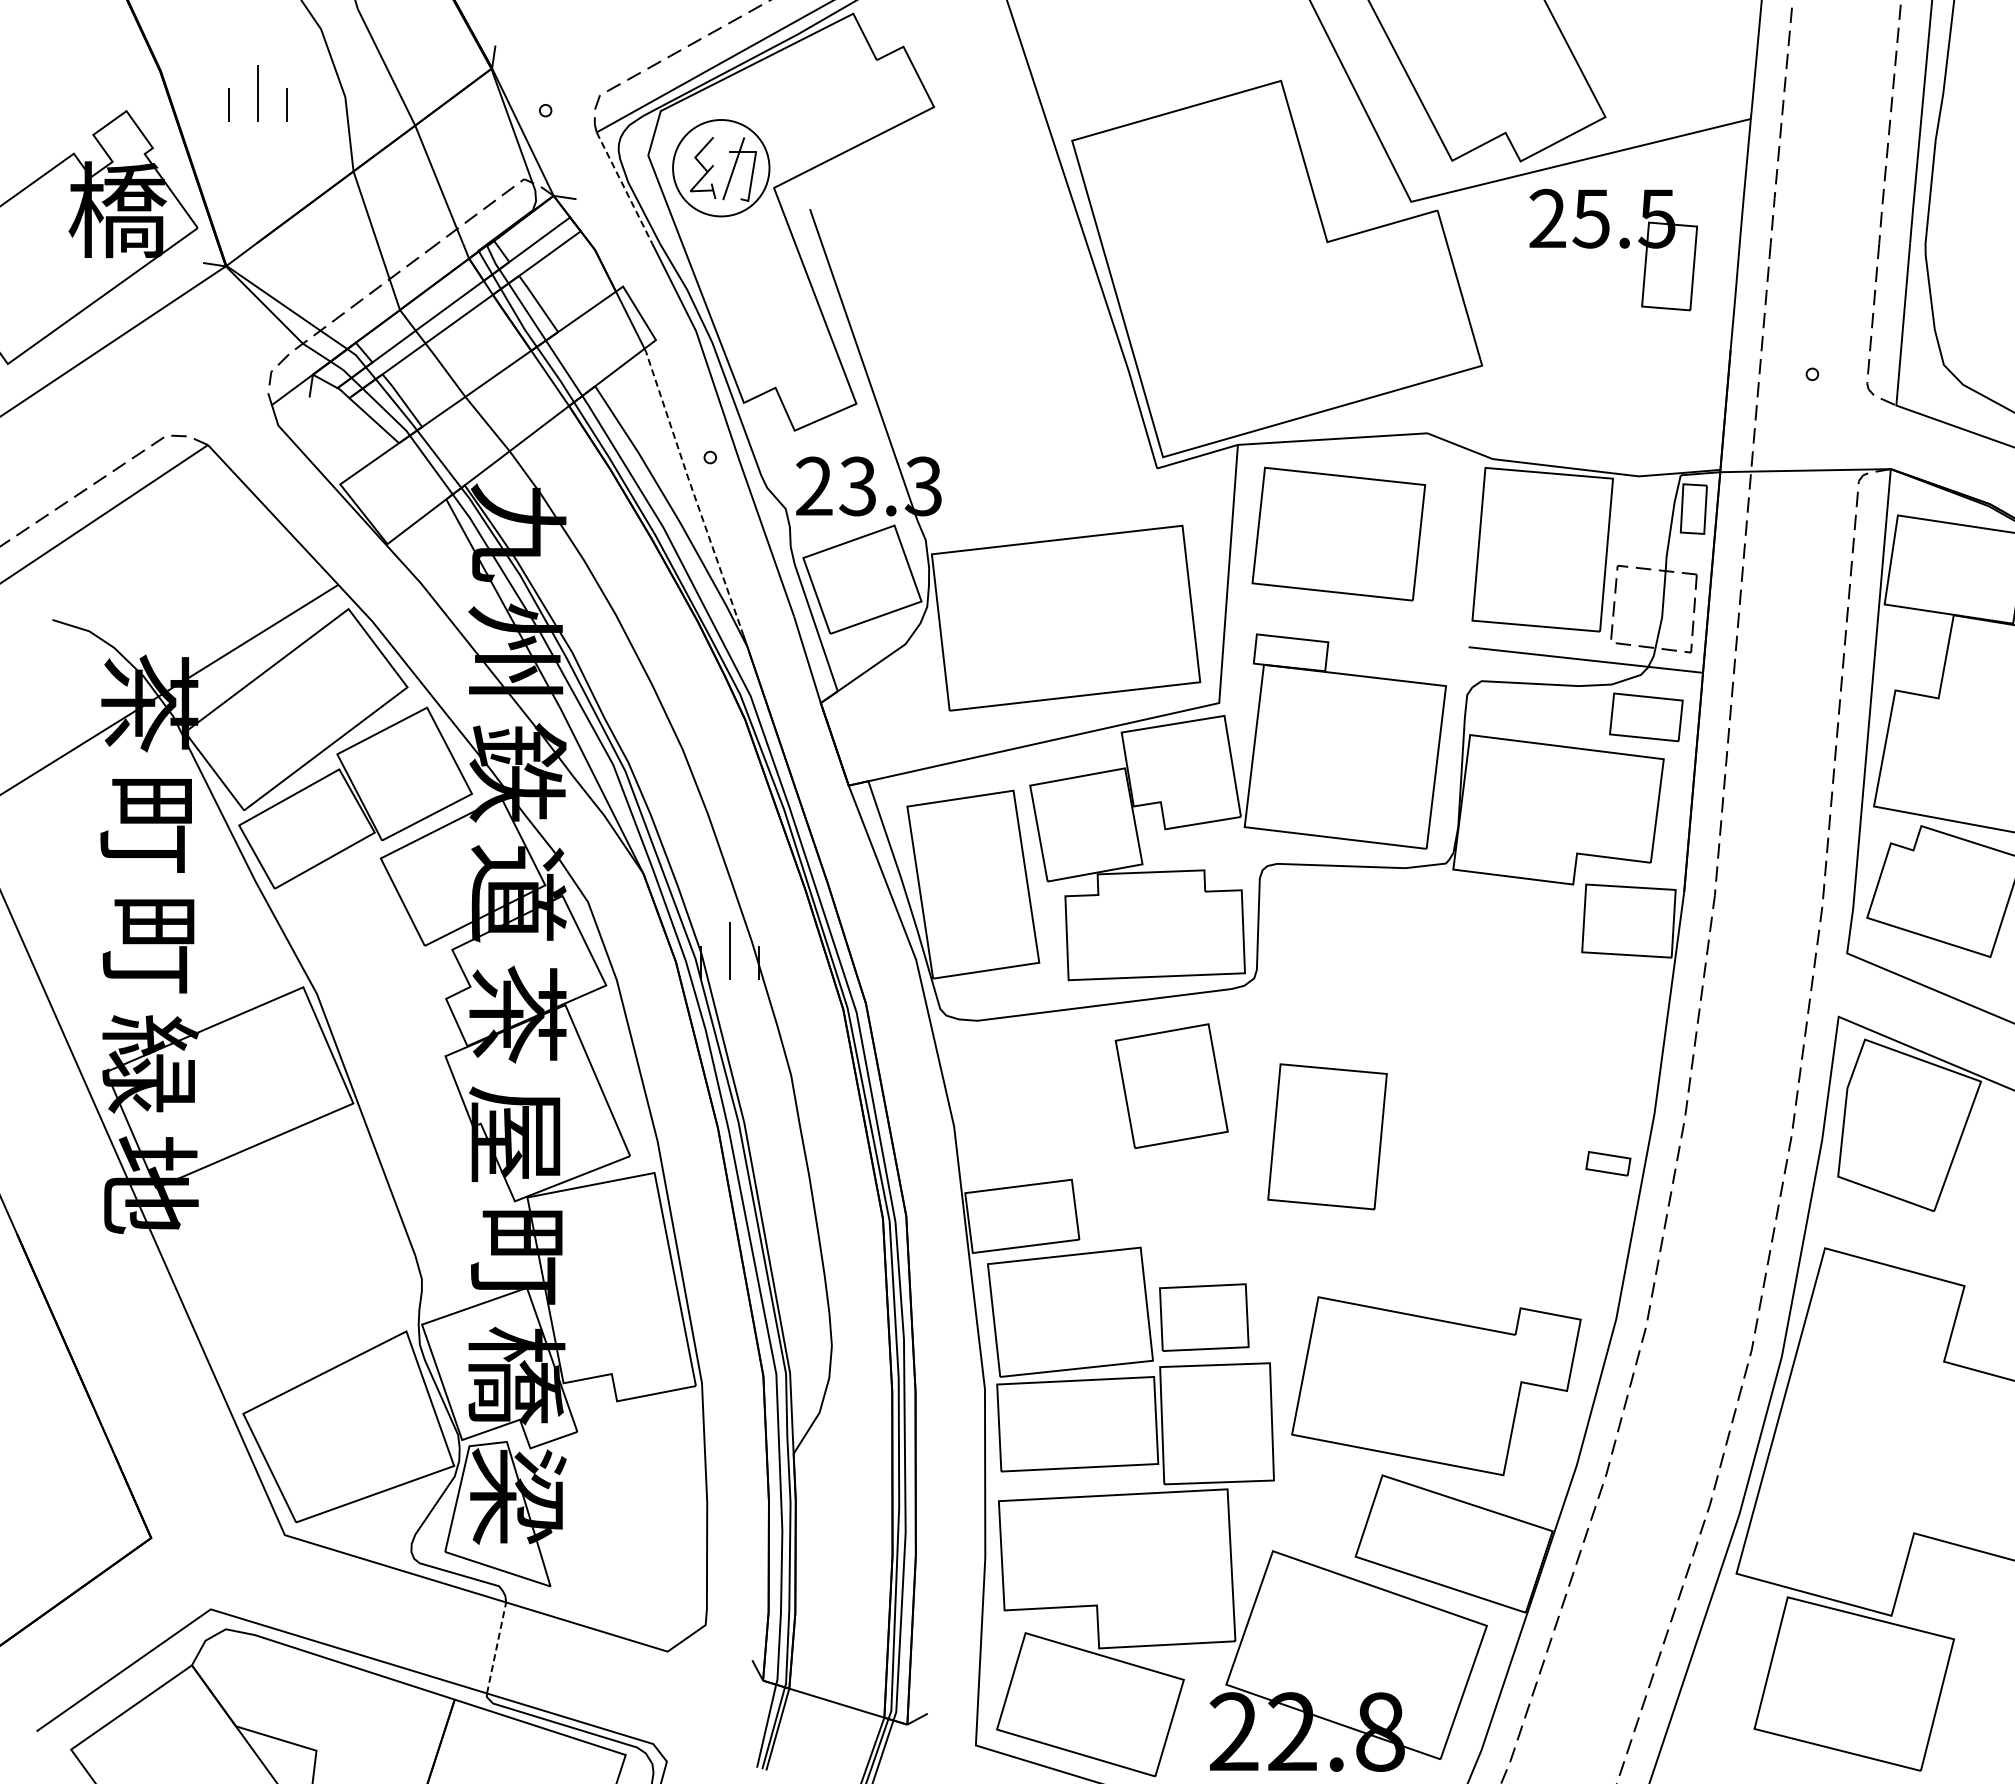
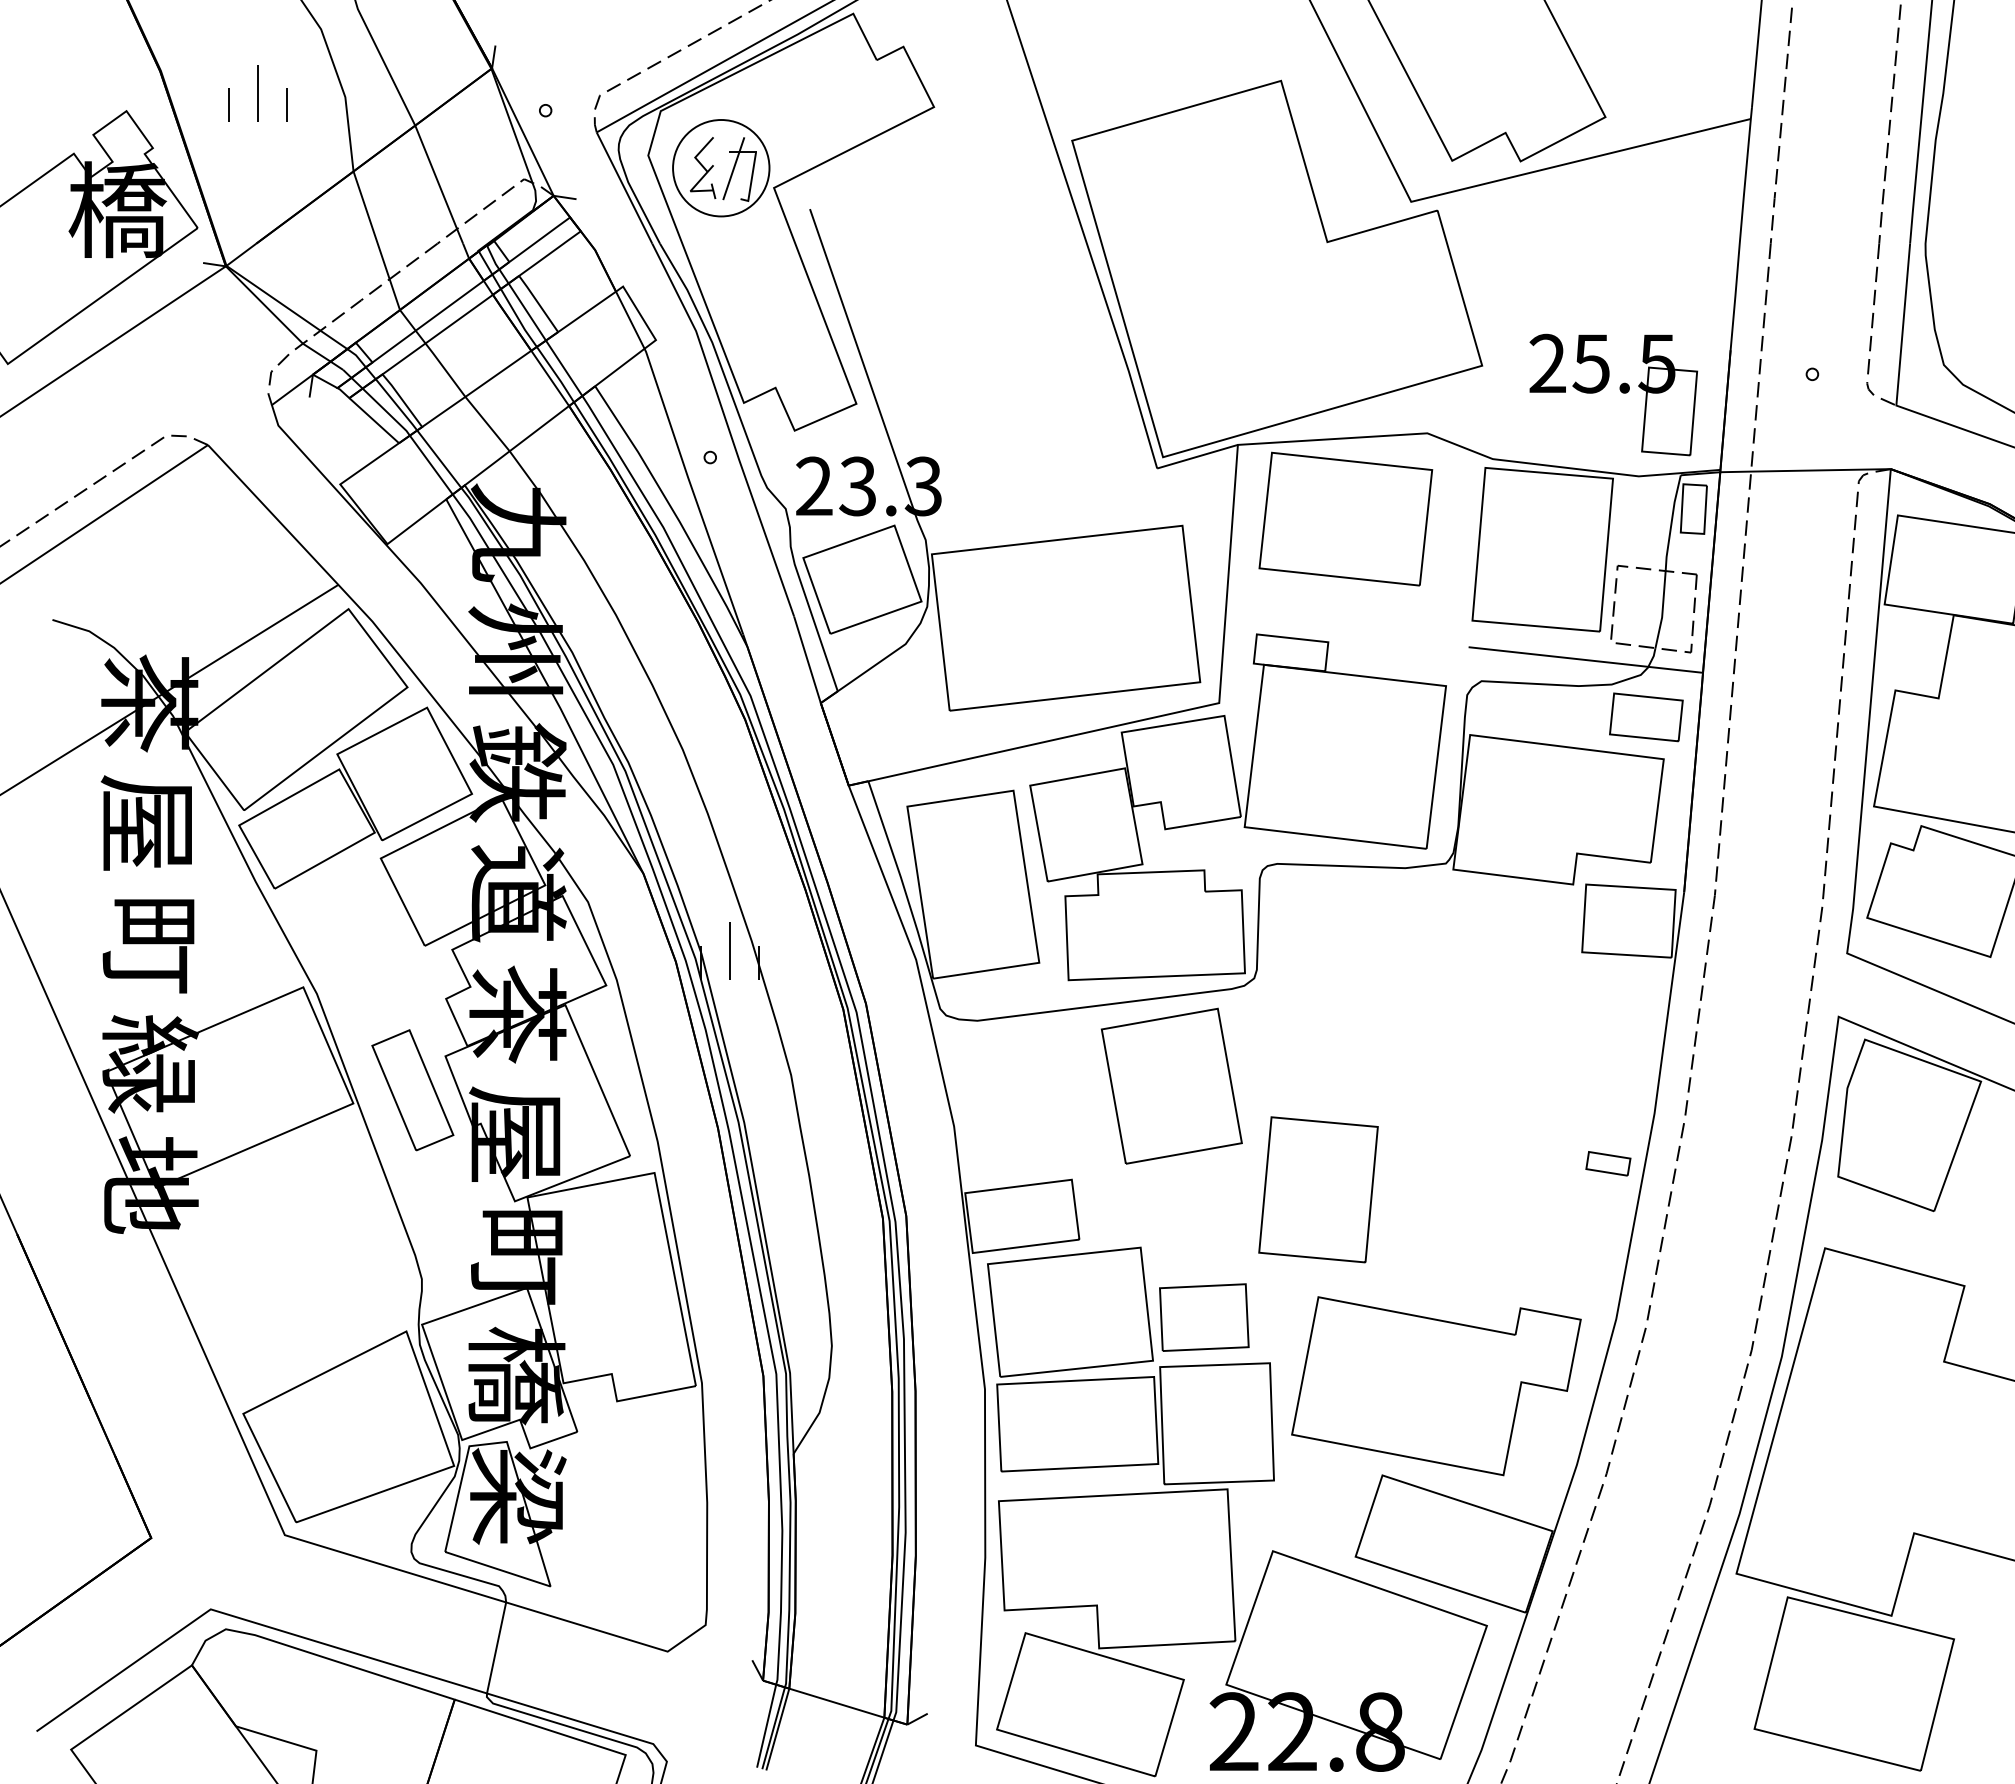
line at (624, 188): dashed -> solid
part at (1620, 246) position: (1620, 246) -> (1620, 391)
line at (692, 491): dashed -> solid
part at (1338, 533) position: (1338, 533) -> (1345, 518)
text at (145, 823): 町 -> 屋
part at (1171, 1086) size: 115x127 px -> 143x158 px
part at (412, 1090): none -> present
part at (1327, 1136) position: (1327, 1136) -> (1318, 1189)
line at (496, 1647): dashed -> solid
